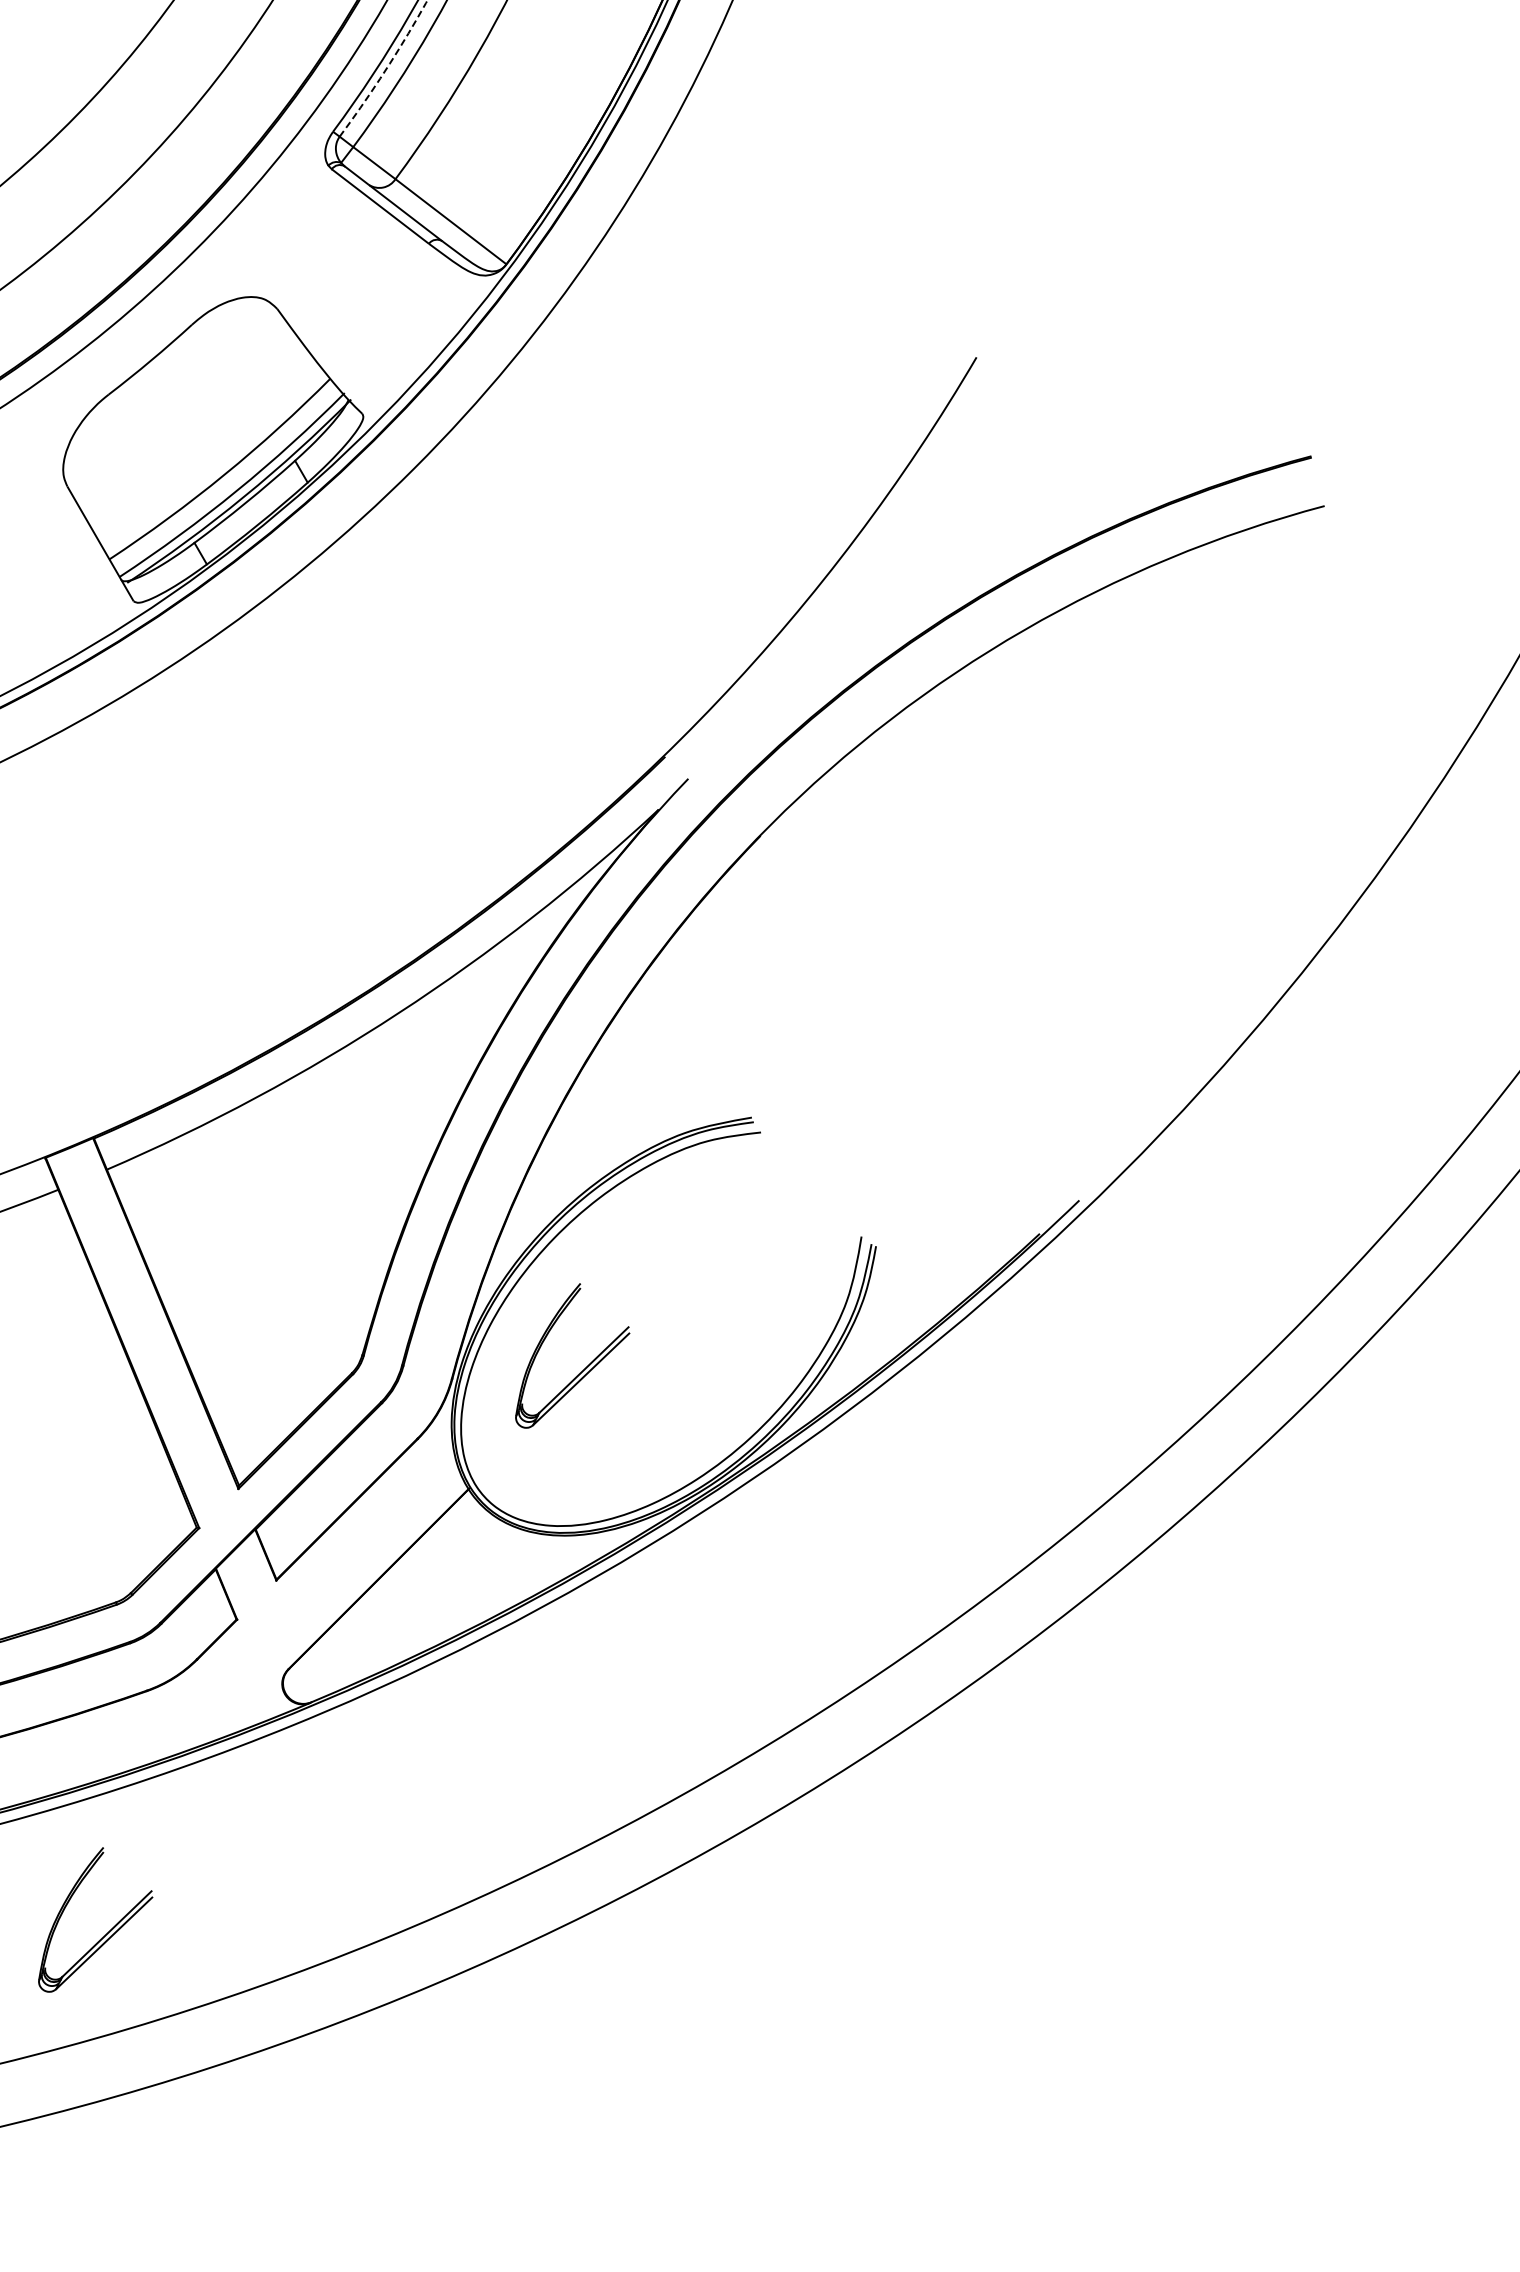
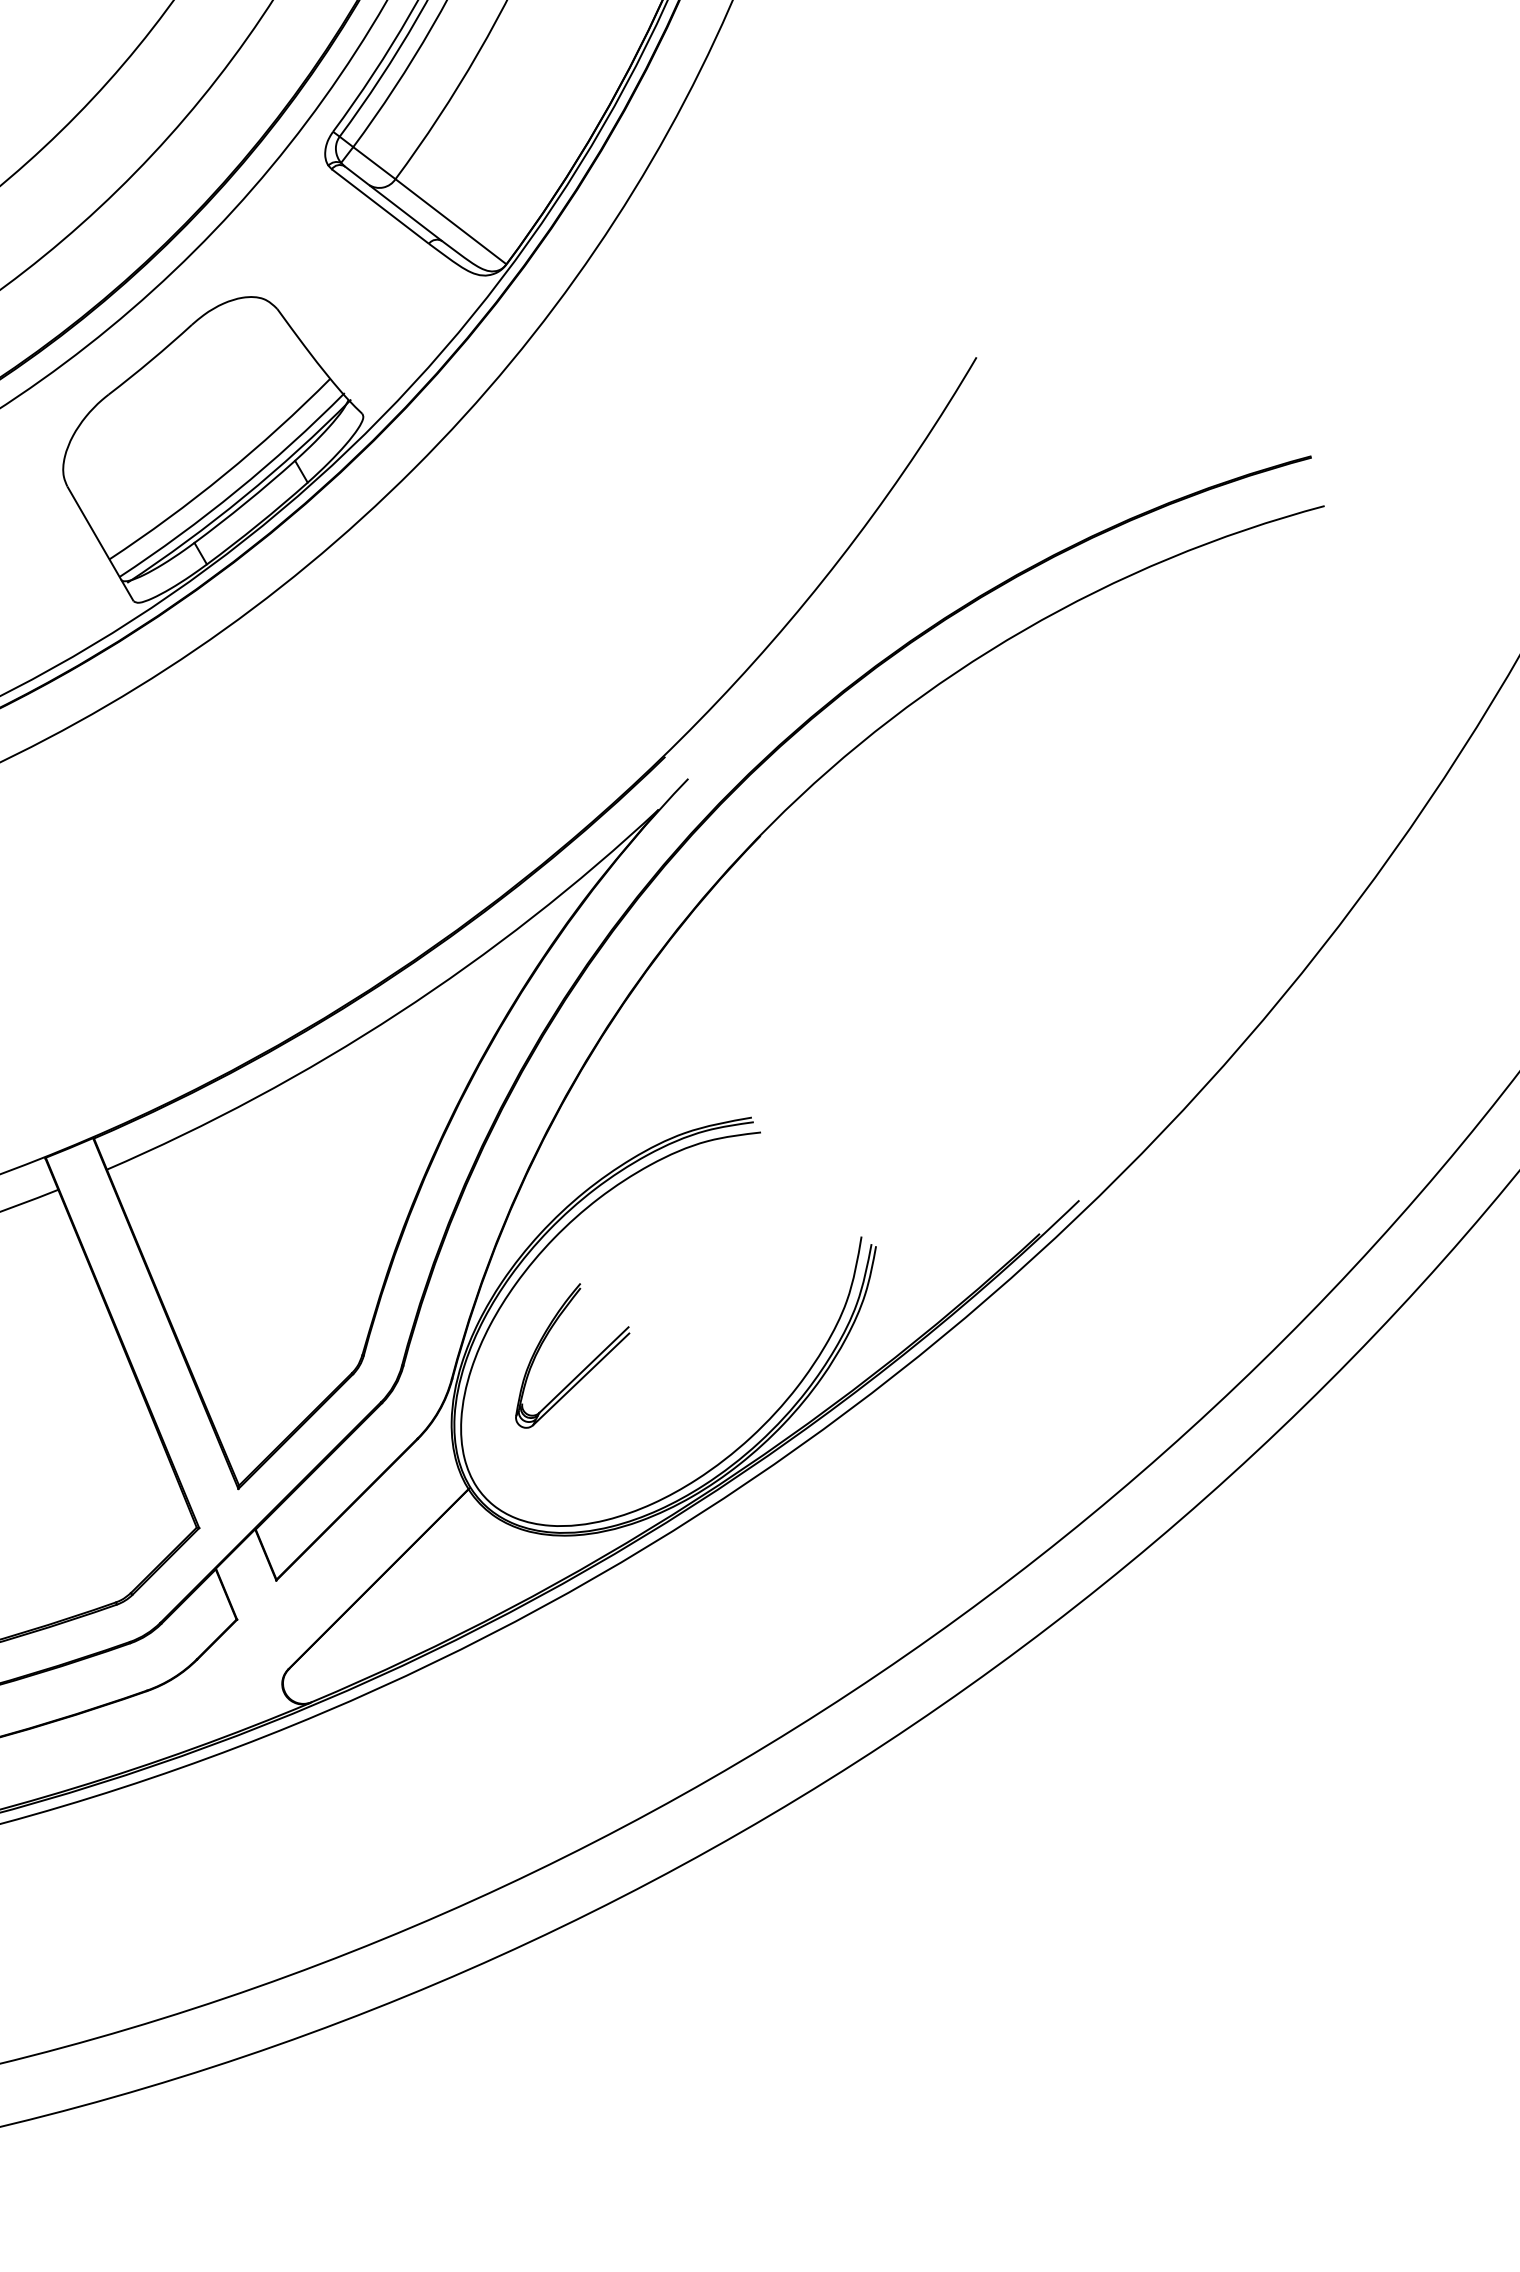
arc at (386, 69): dashed -> solid
part at (108, 1931): present -> none
